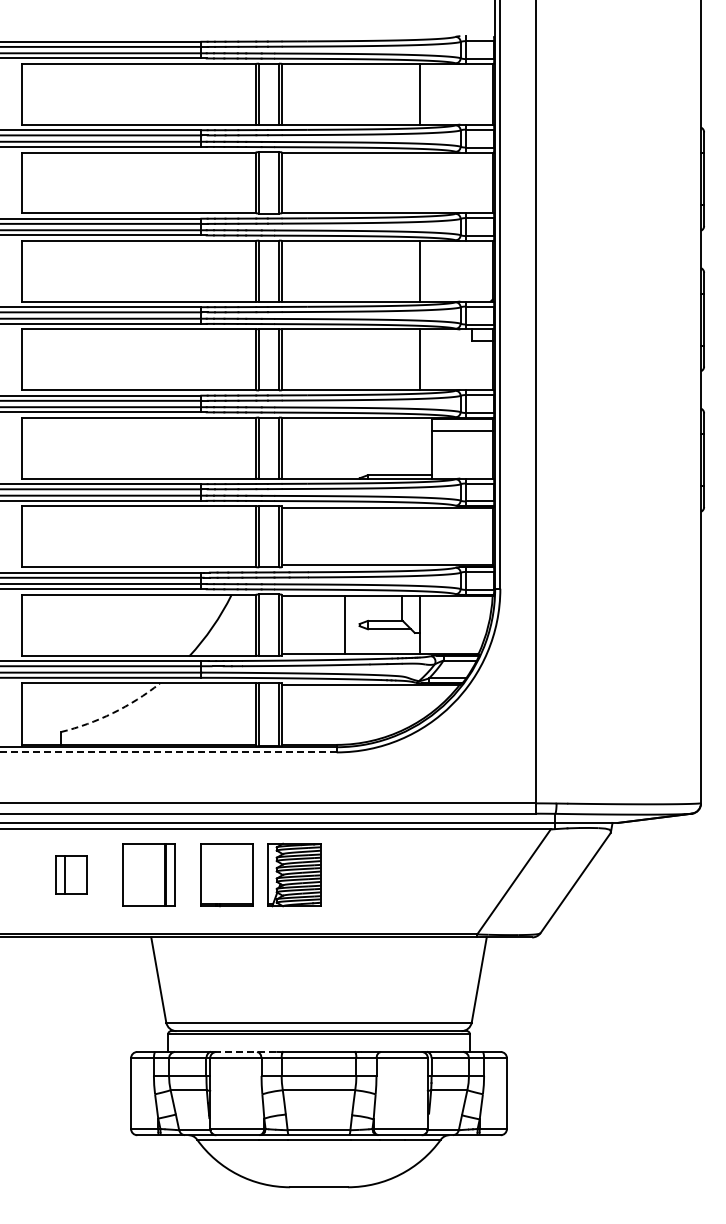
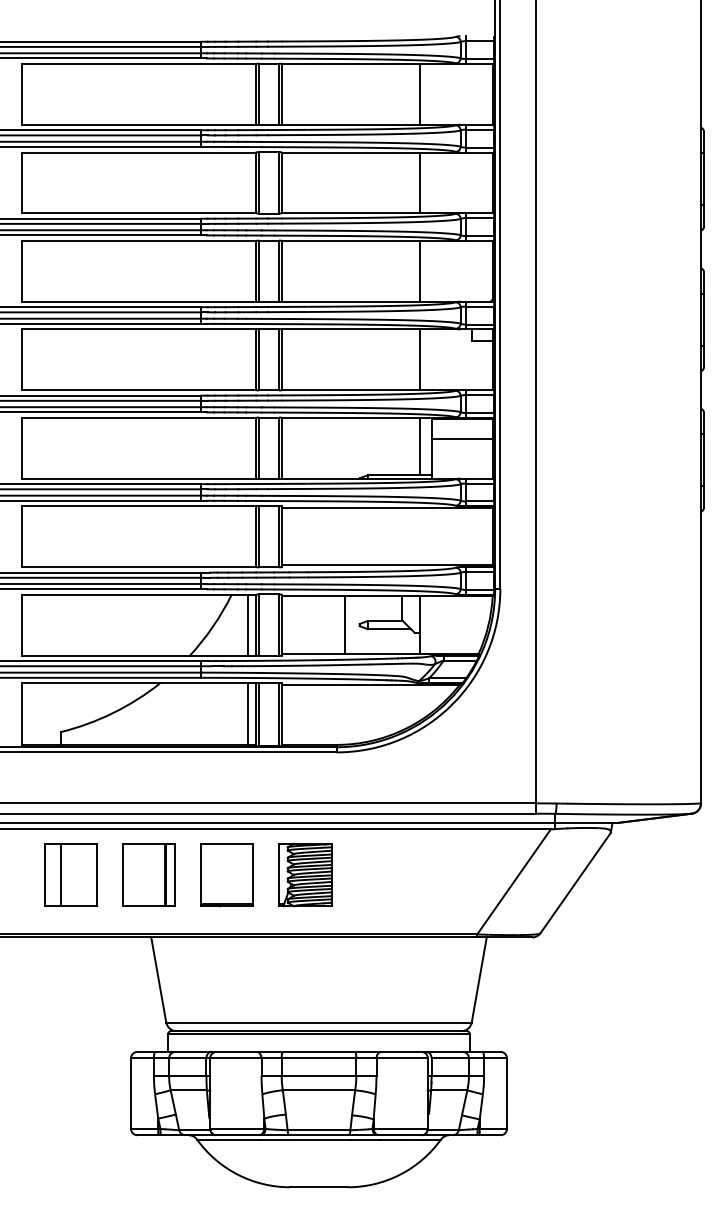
line at (419, 182): none -> present
line at (462, 431) position: (462, 431) -> (462, 439)
line at (419, 446): none -> present
line at (248, 624): none -> present
arc at (112, 713): dashed -> solid
line at (248, 713): none -> present
line at (168, 752): dashed -> solid
part at (71, 874) size: 33x40 px -> 54x64 px
part at (294, 874) position: (294, 874) -> (305, 874)
line at (246, 1051): dashed -> solid
